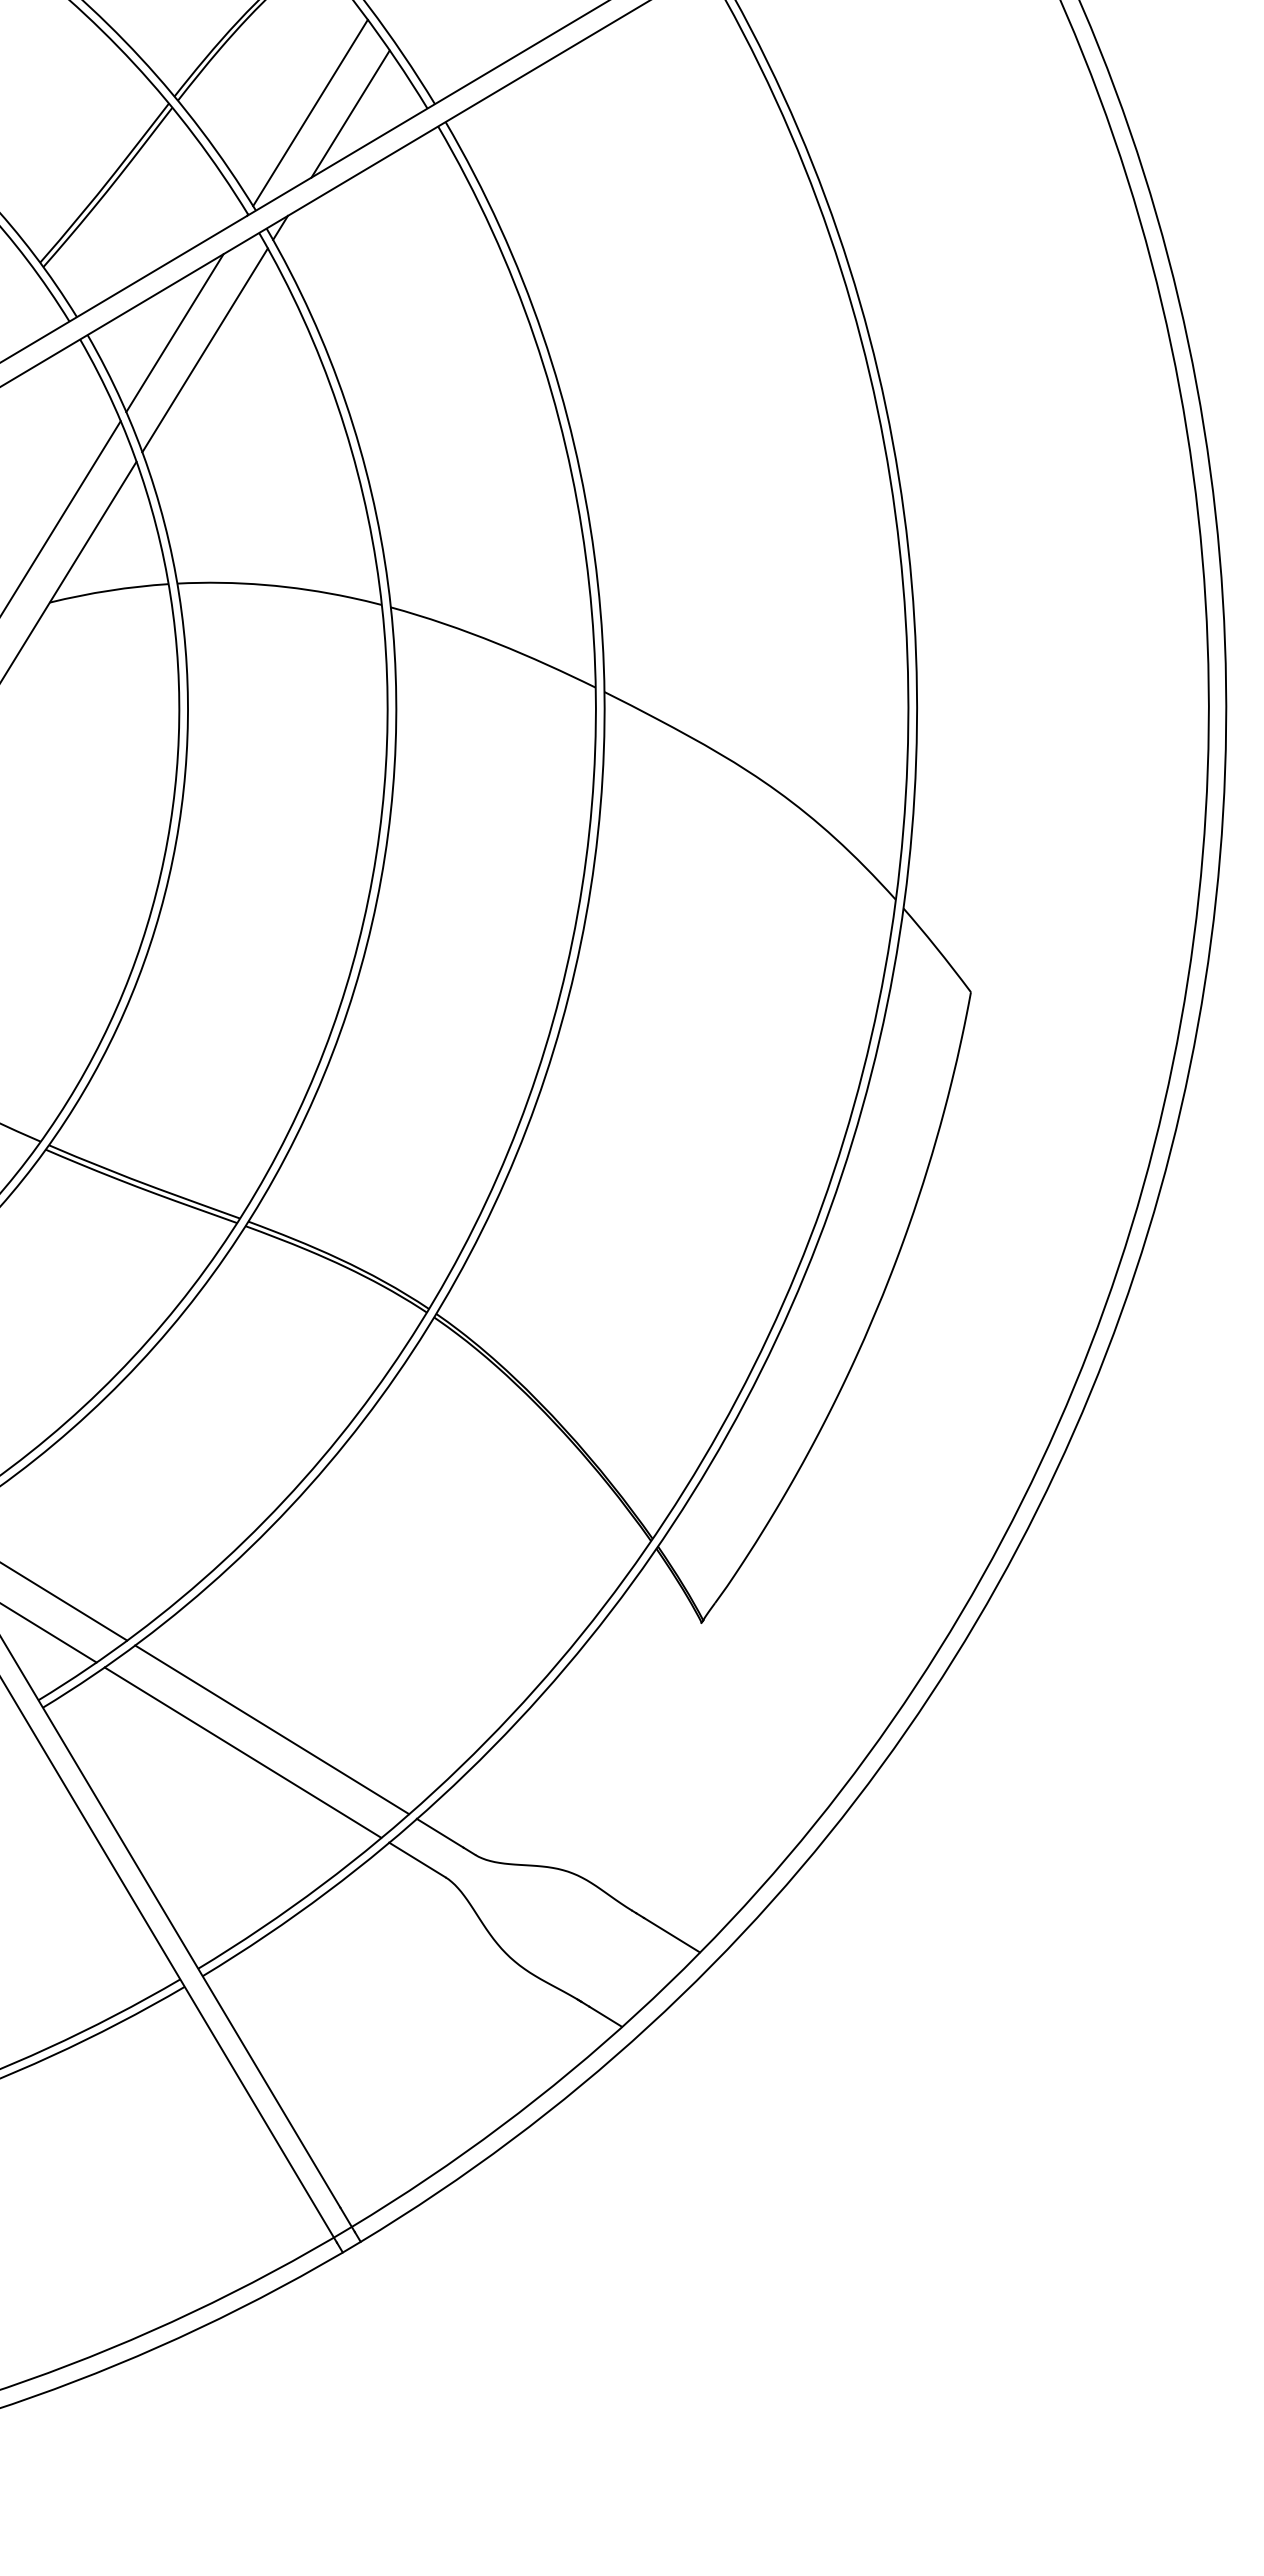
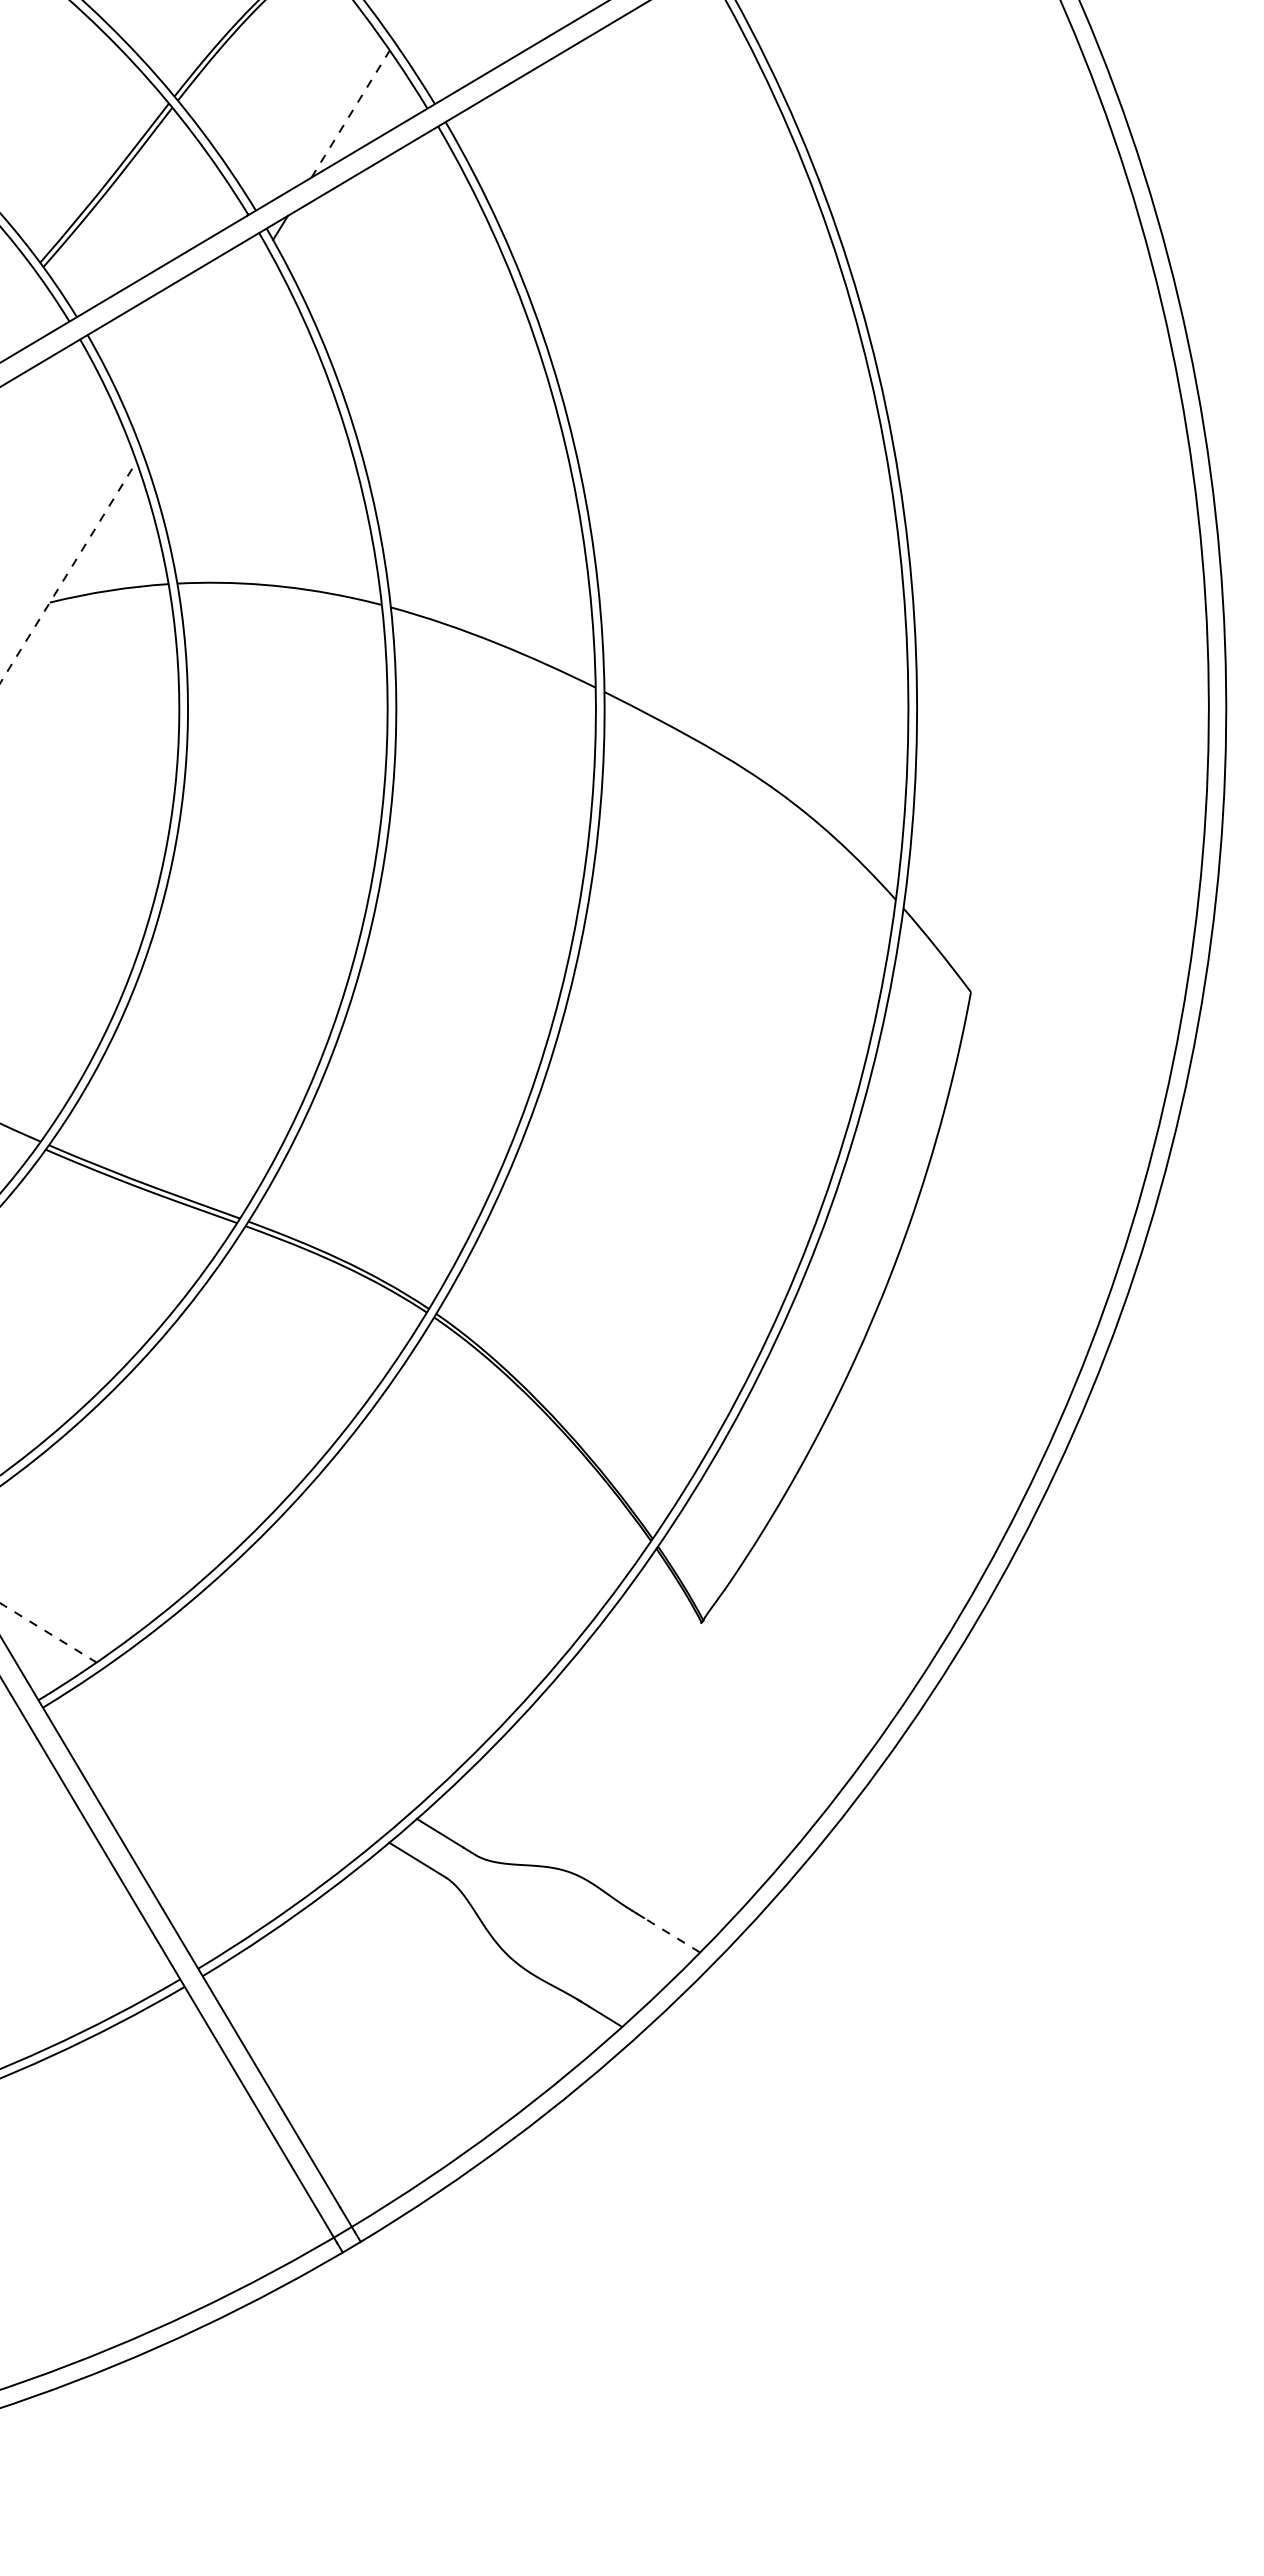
line at (310, 112): present -> none
line at (350, 114): solid -> dashed
line at (174, 333): present -> none
line at (204, 350): present -> none
line at (61, 517): present -> none
line at (68, 572): solid -> dashed
line at (64, 1601): present -> none
line at (49, 1633): solid -> dashed
line at (272, 1729): present -> none
line at (242, 1752): present -> none
line at (671, 1935): solid -> dashed
